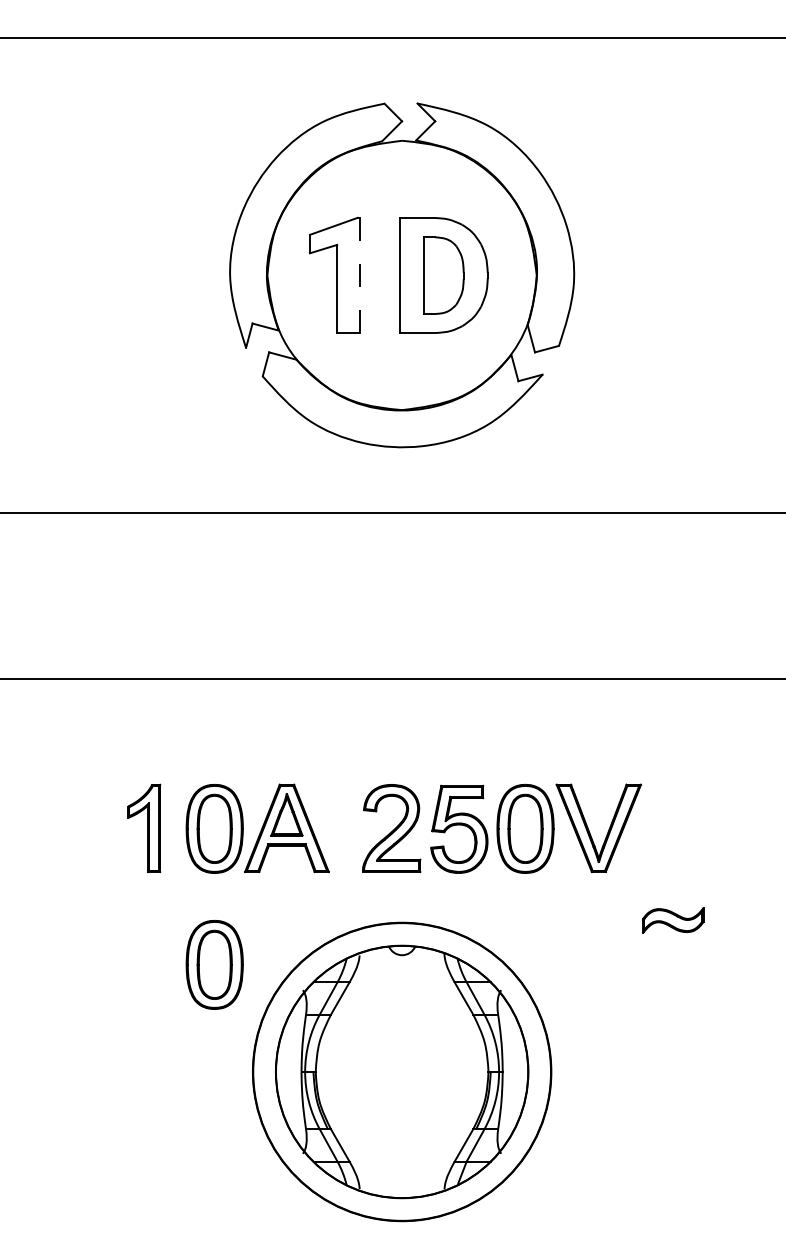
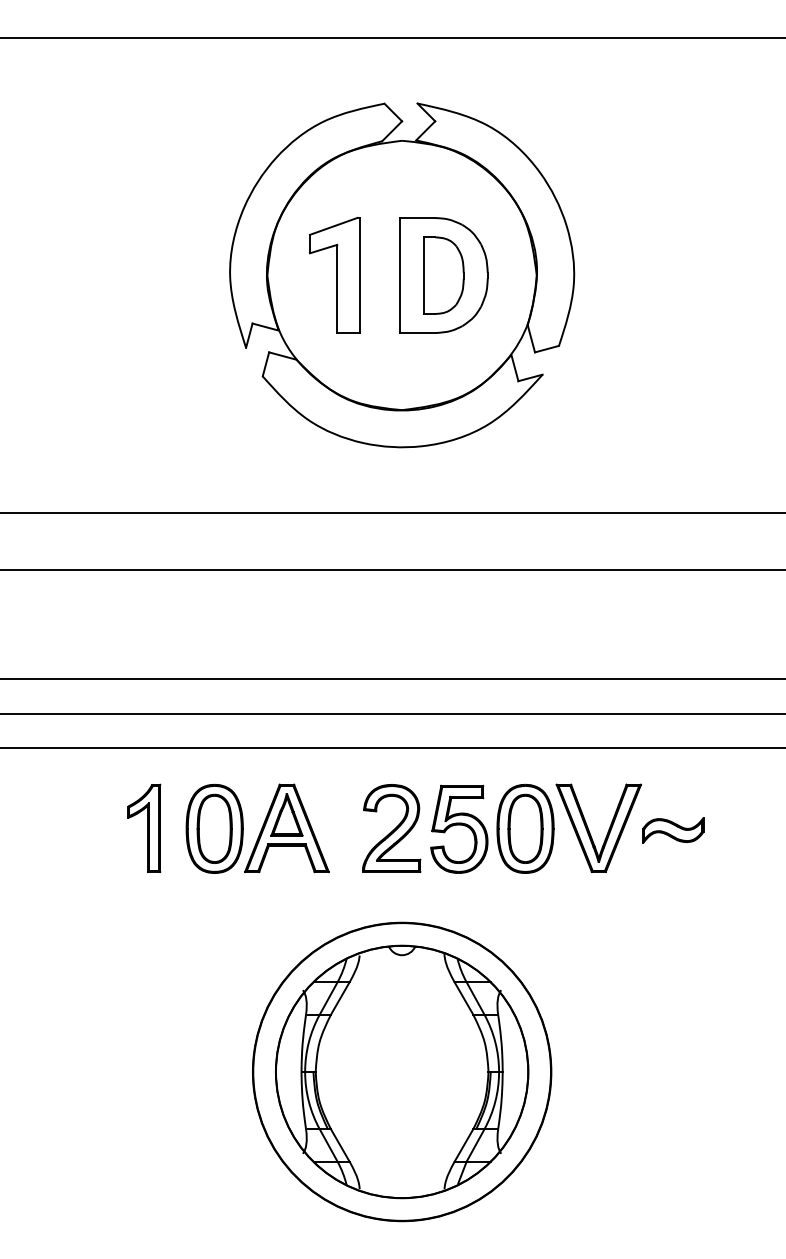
line at (360, 275): dashed -> solid
line at (392, 570): none -> present
line at (392, 713): none -> present
line at (392, 748): none -> present
part at (673, 920) position: (673, 920) -> (673, 830)
part at (214, 964): present -> none
